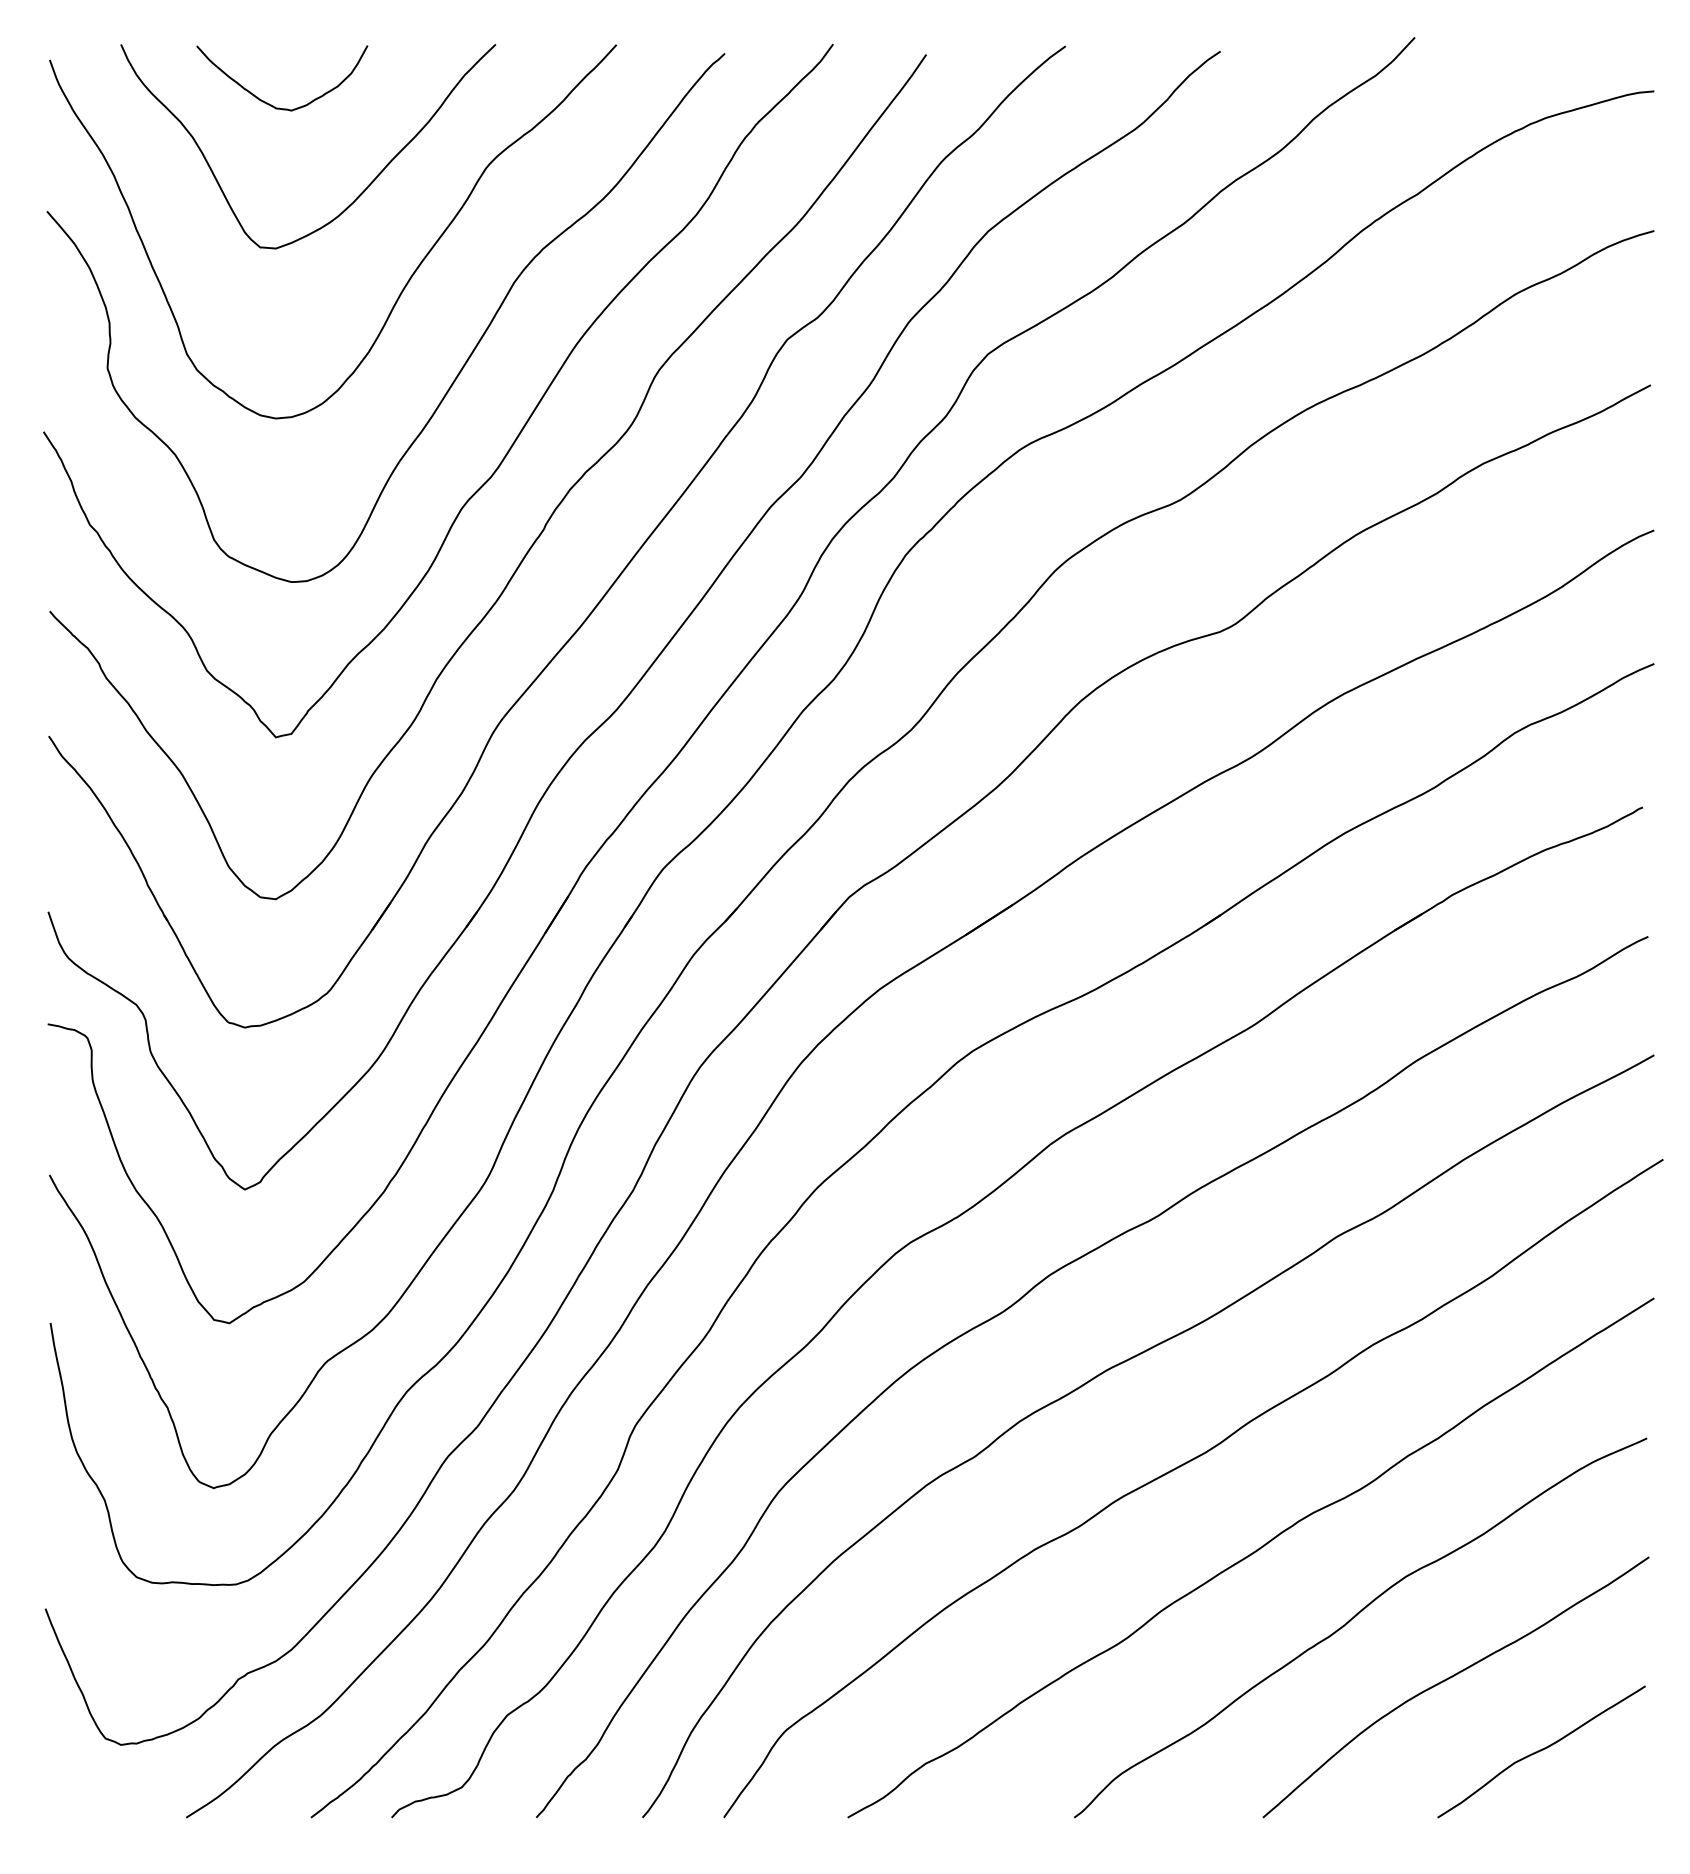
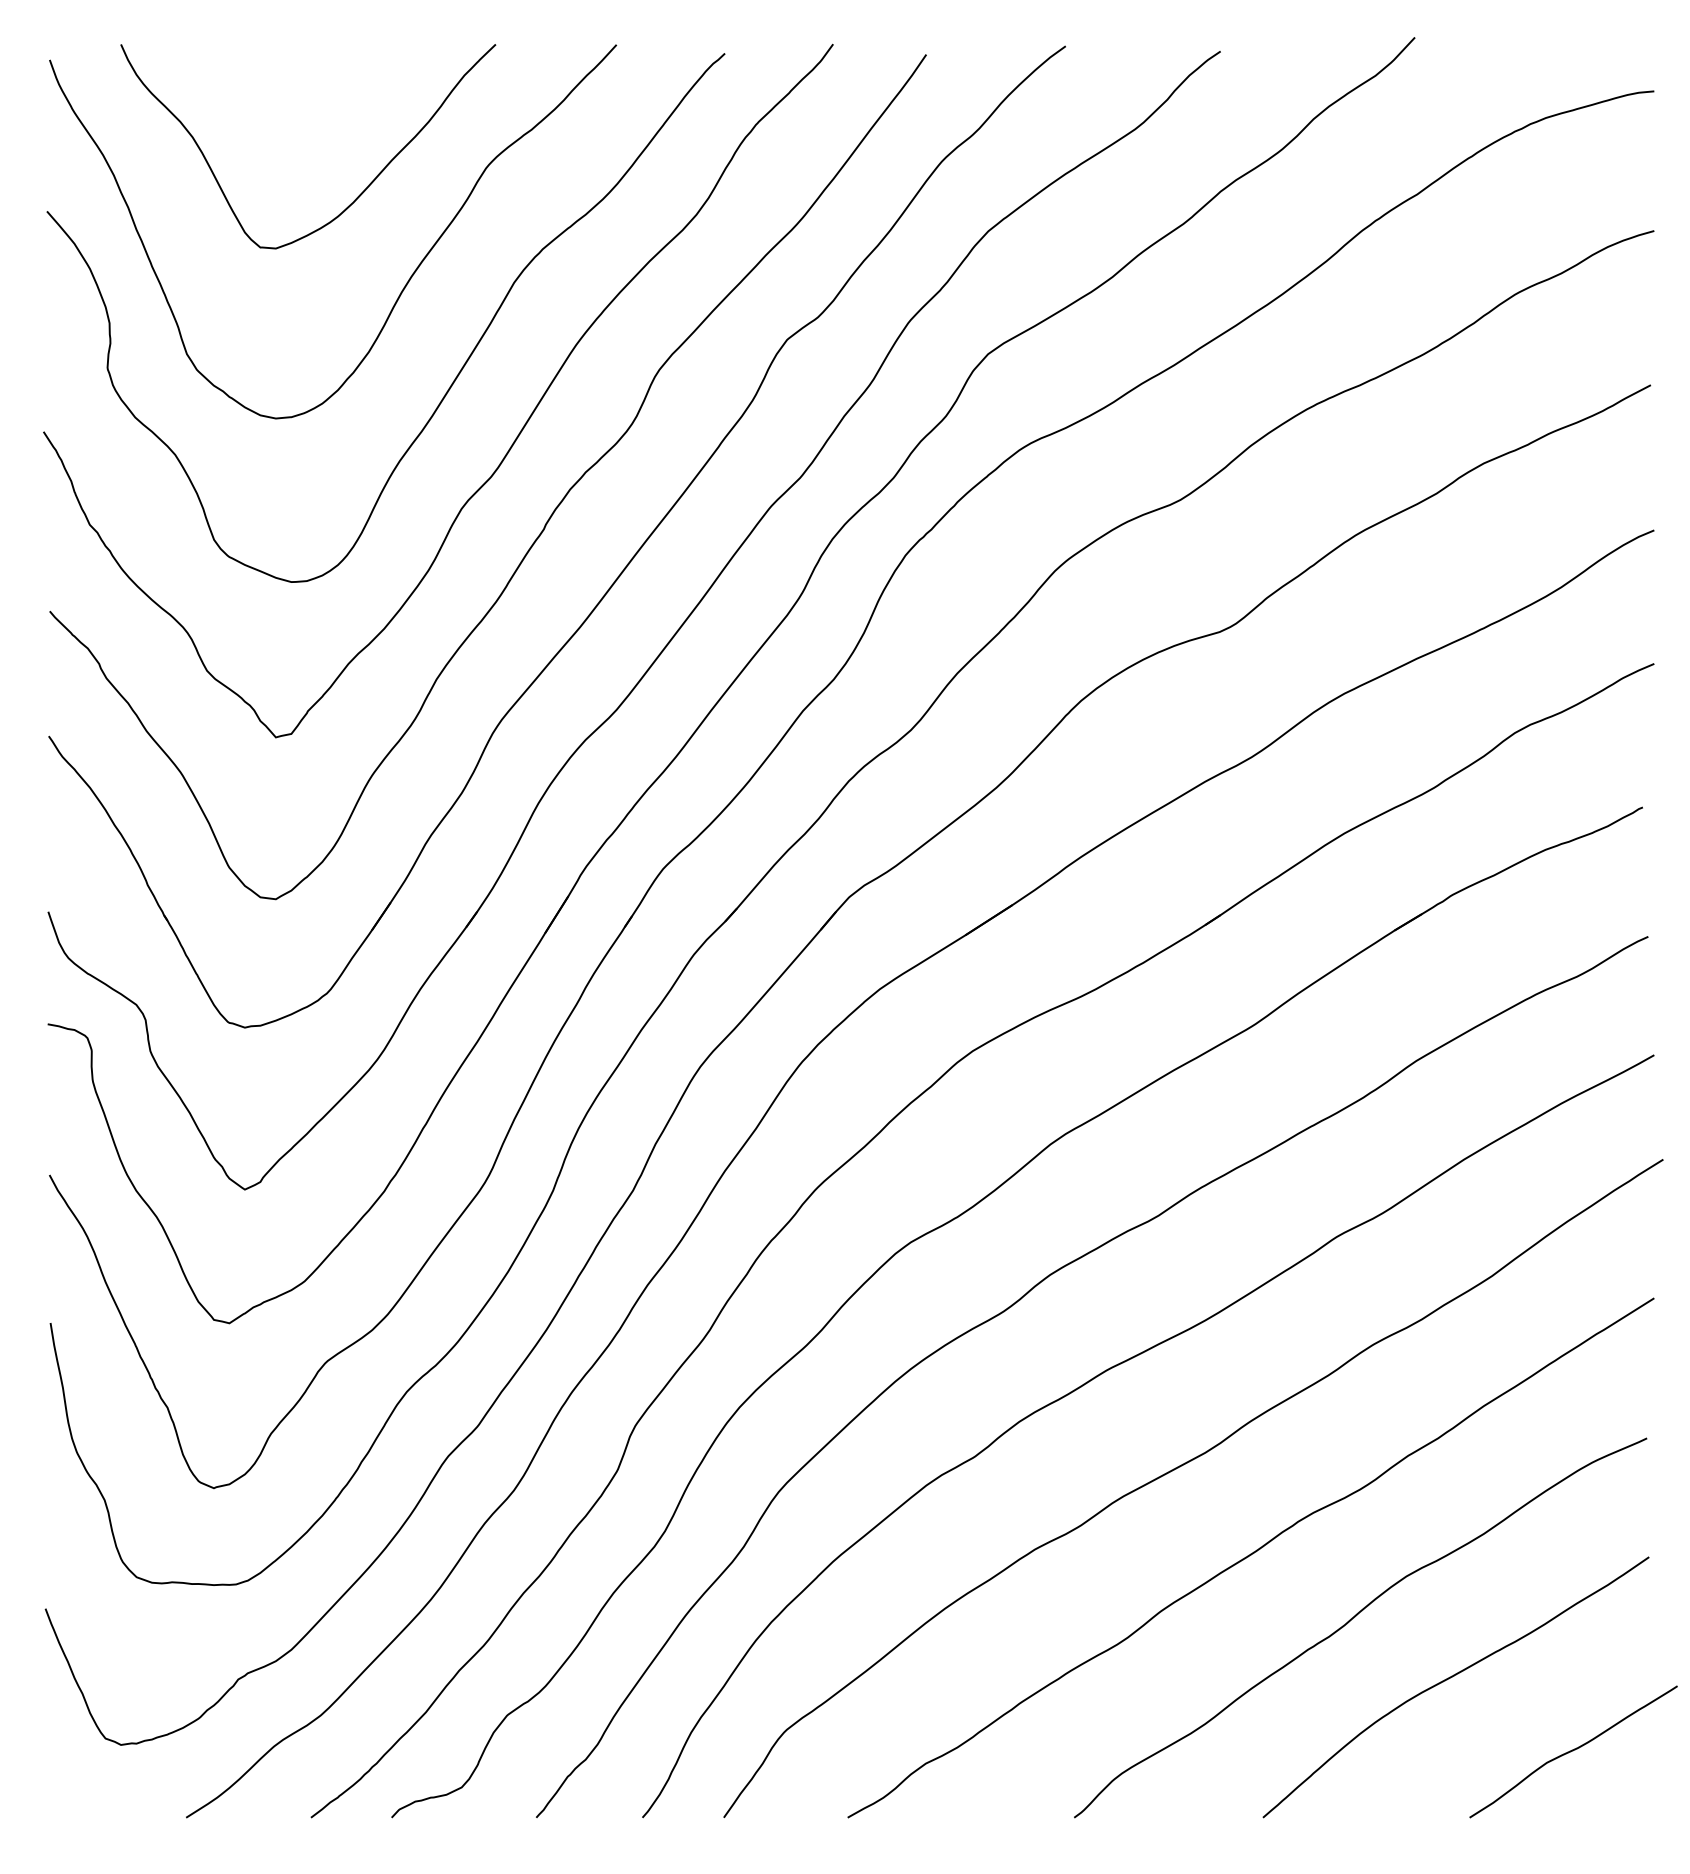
curve at (269, 103): present -> none
curve at (1541, 1751) position: (1541, 1751) -> (1573, 1751)
